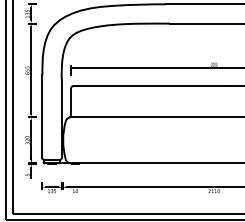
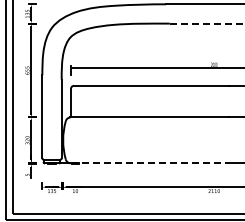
line at (207, 23): solid -> dashed
line at (150, 163): solid -> dashed
